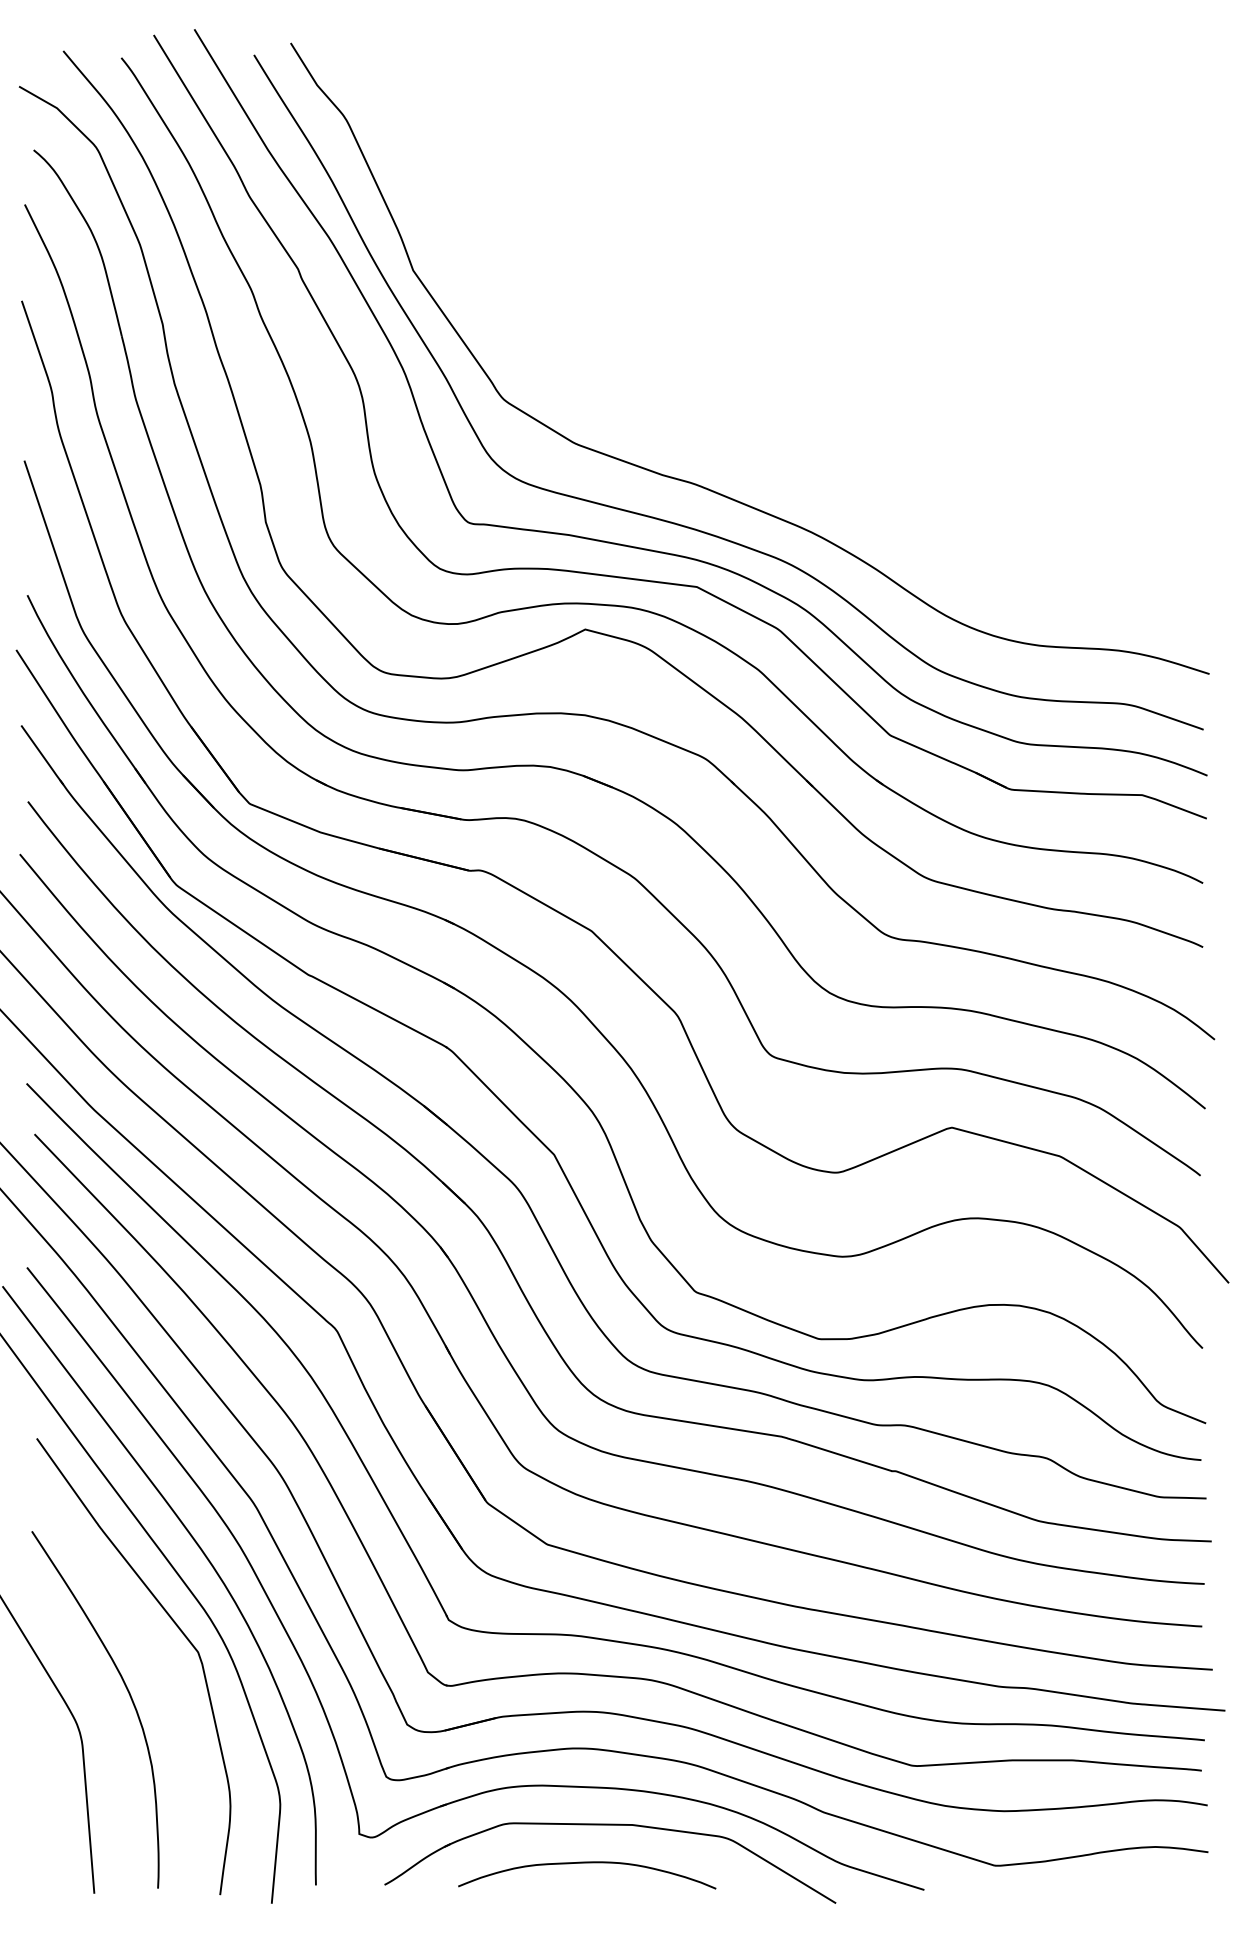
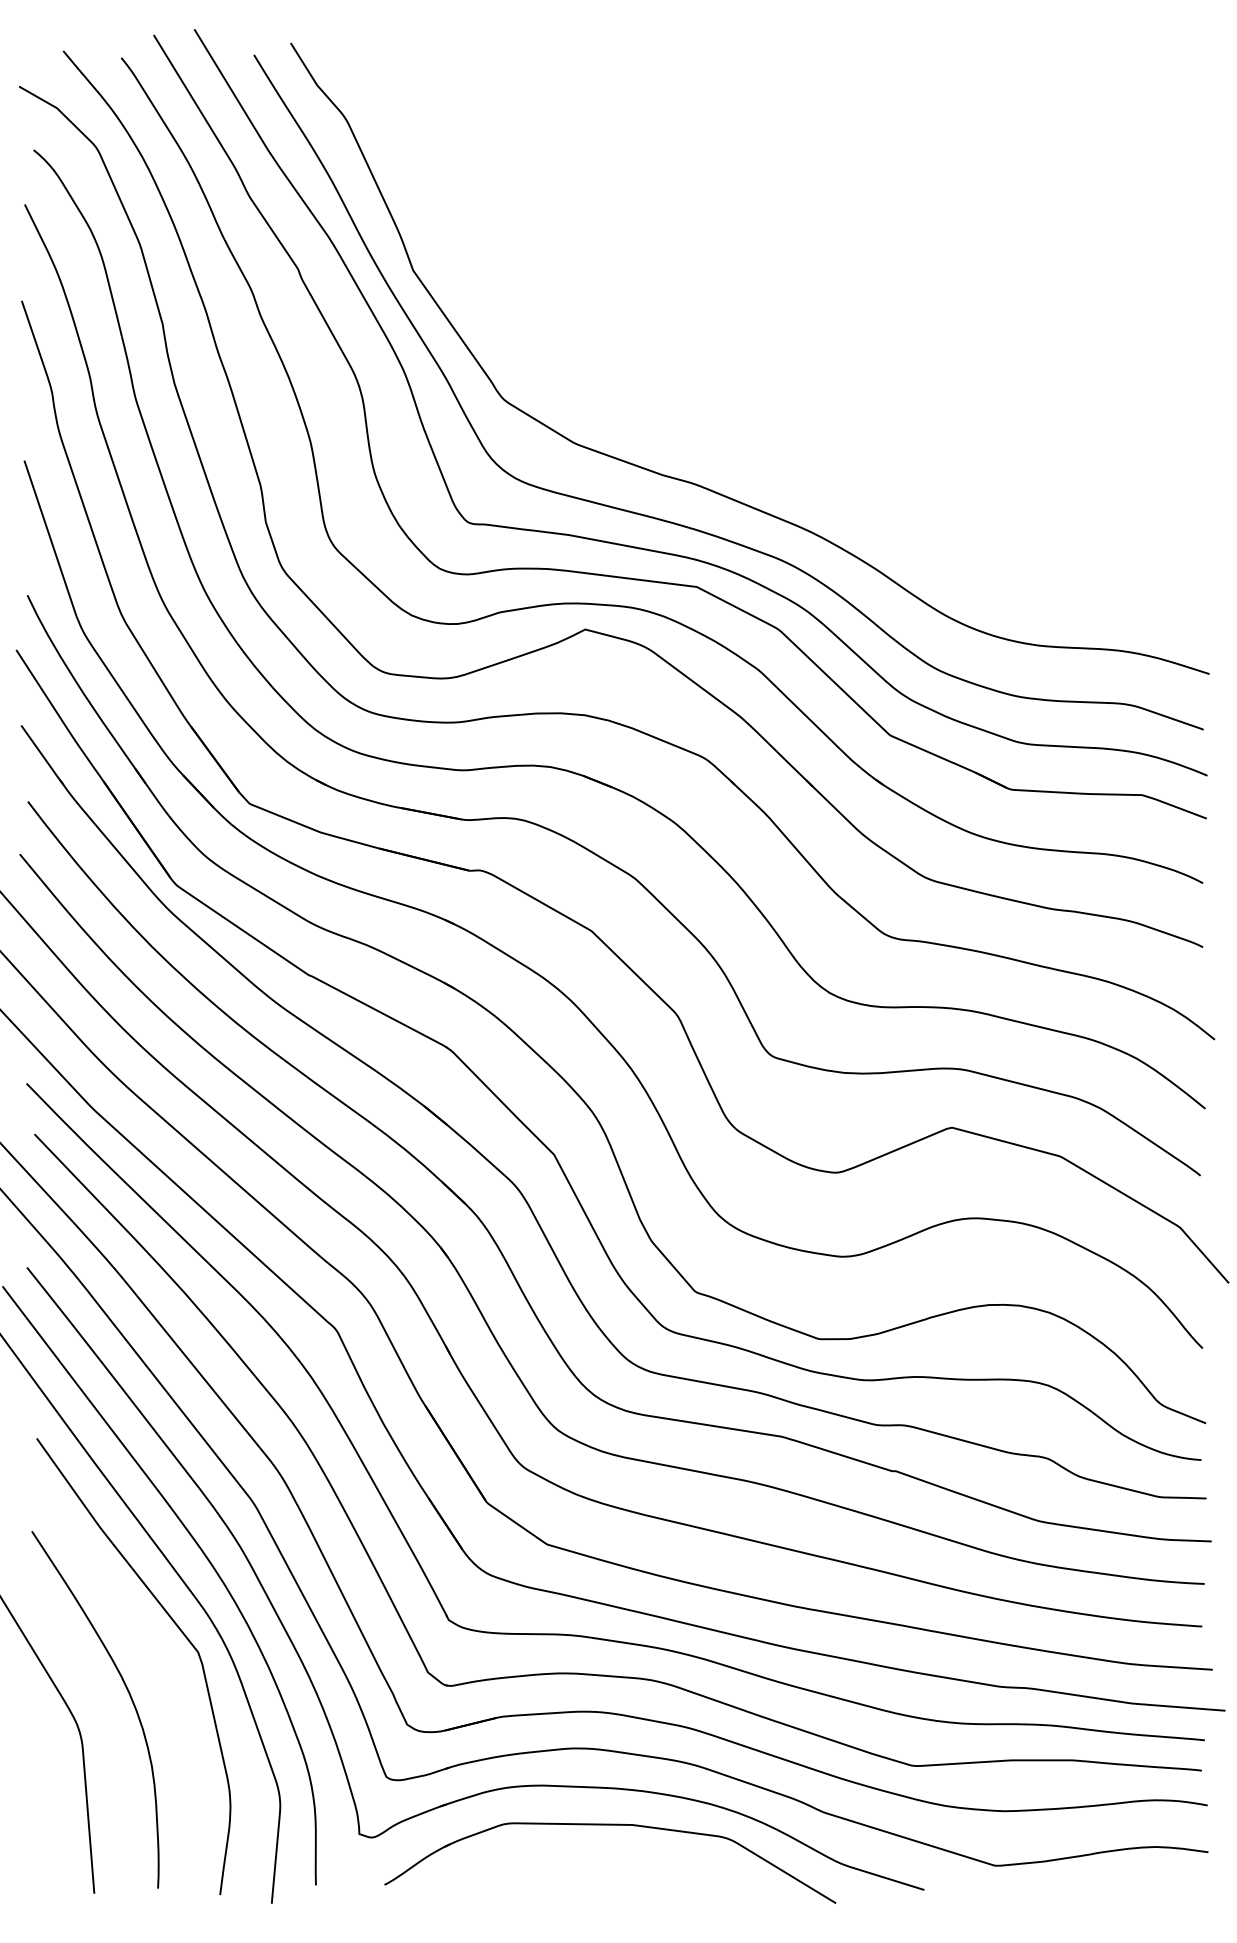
curve at (587, 1863): present -> none
